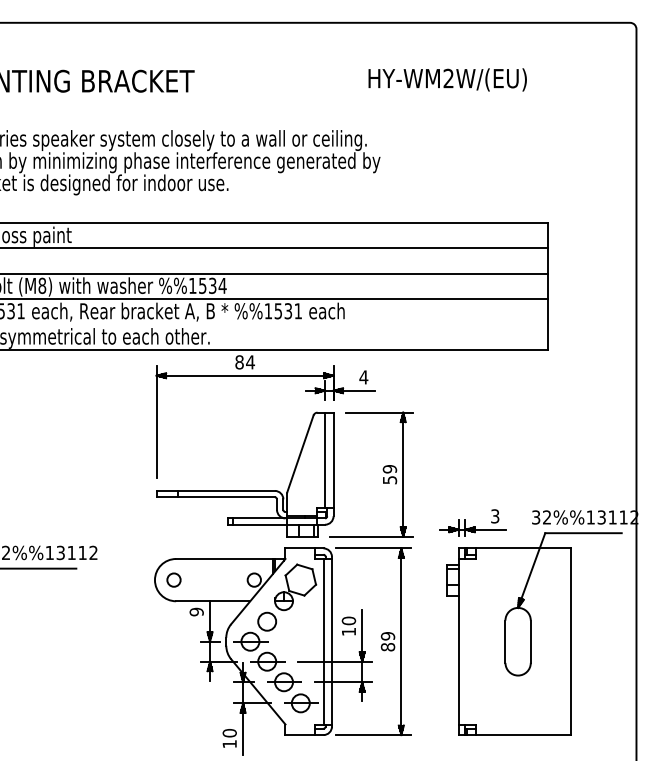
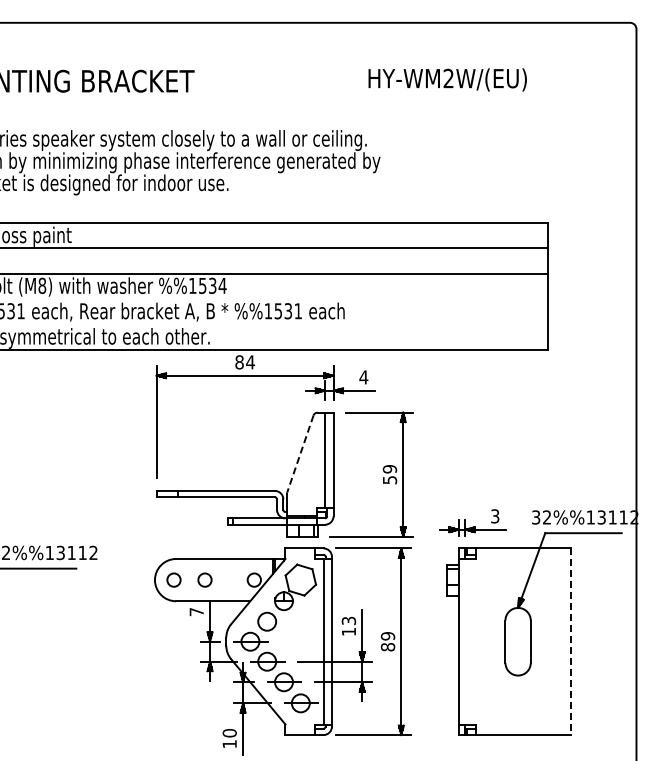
line at (275, 298): present -> none
line at (300, 453): solid -> dashed
circle at (204, 579): none -> present
text at (196, 611): 9 -> 7
text at (348, 620): 10 -> 13
line at (570, 642): solid -> dashed
